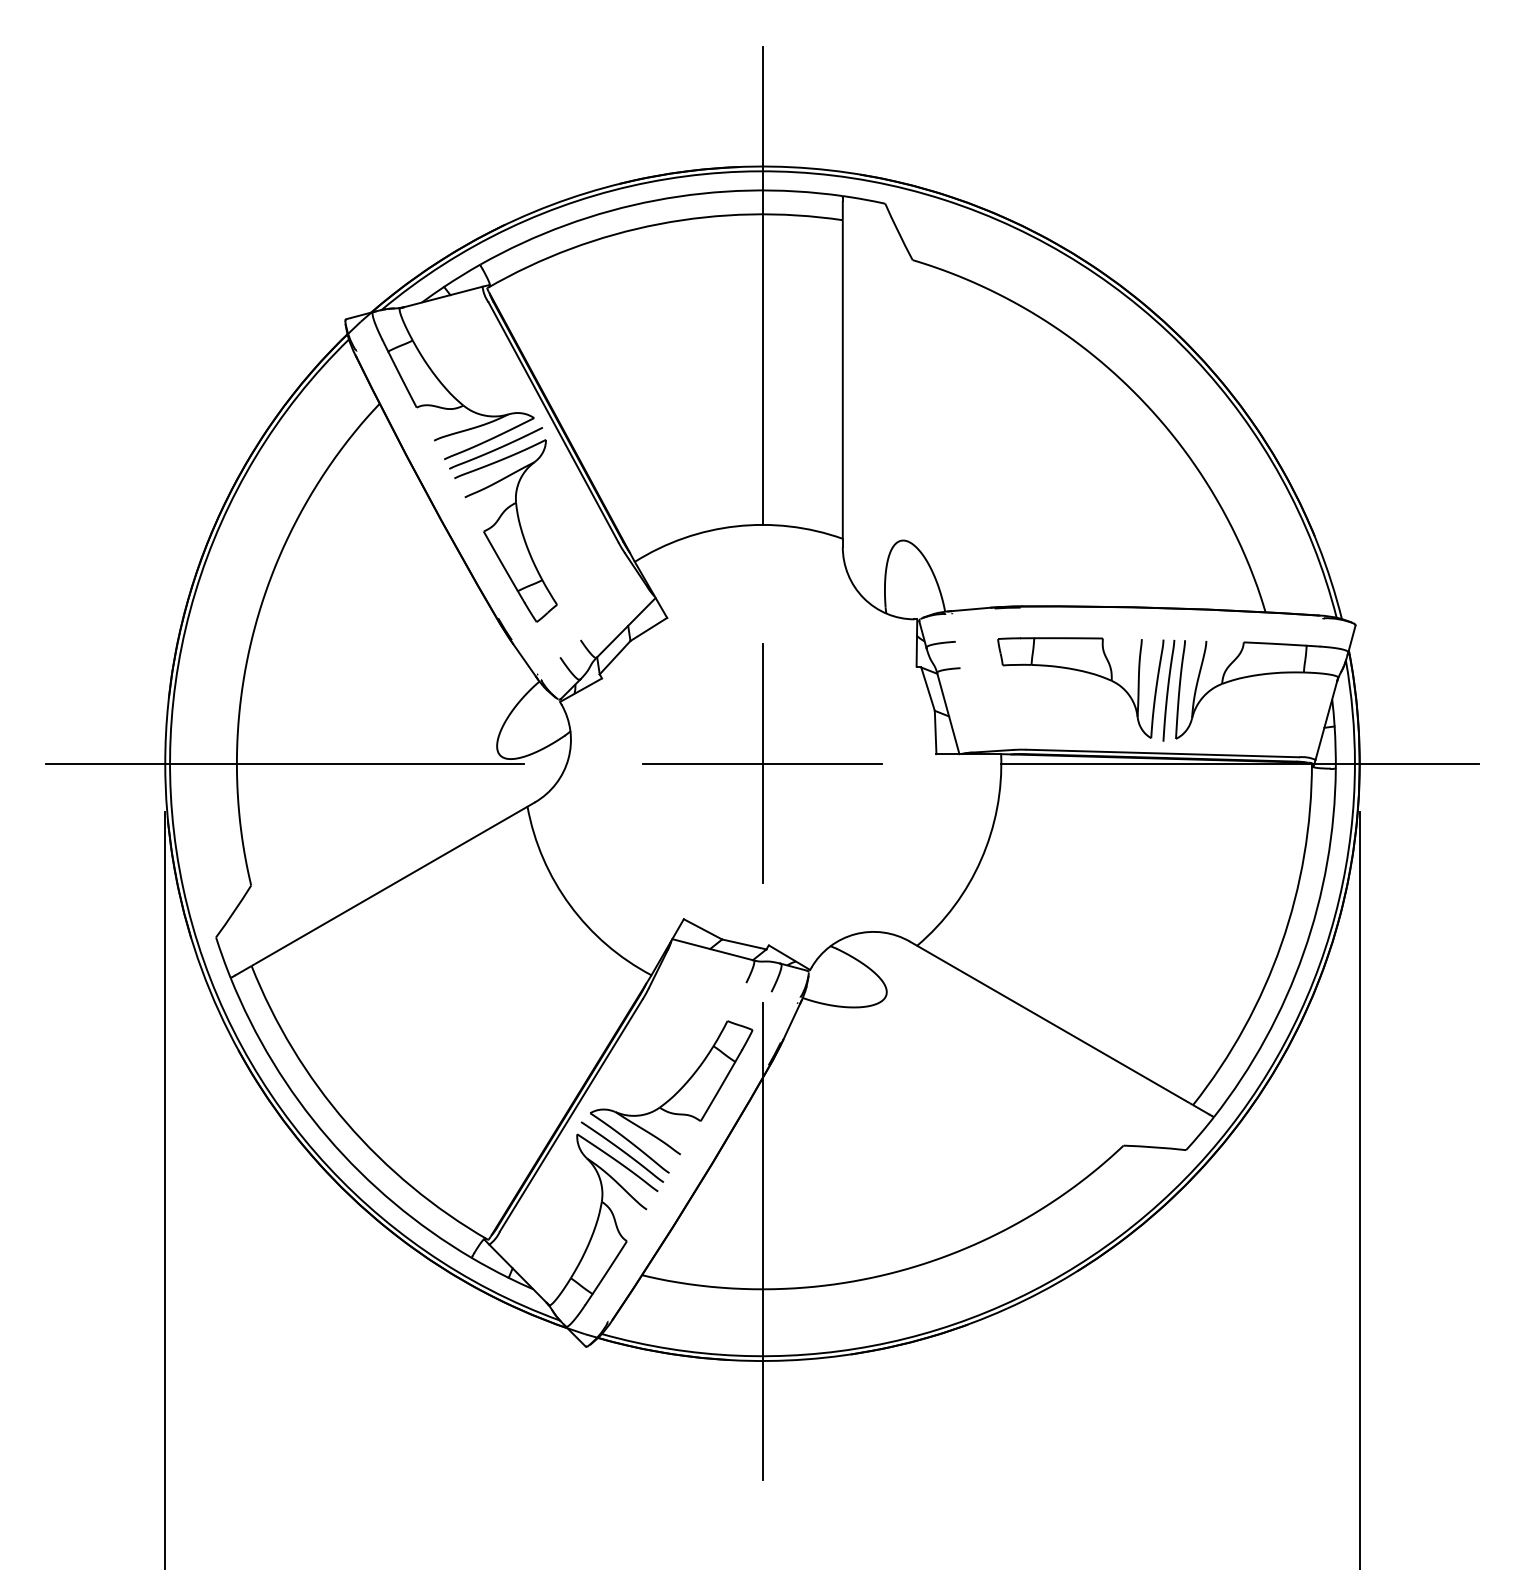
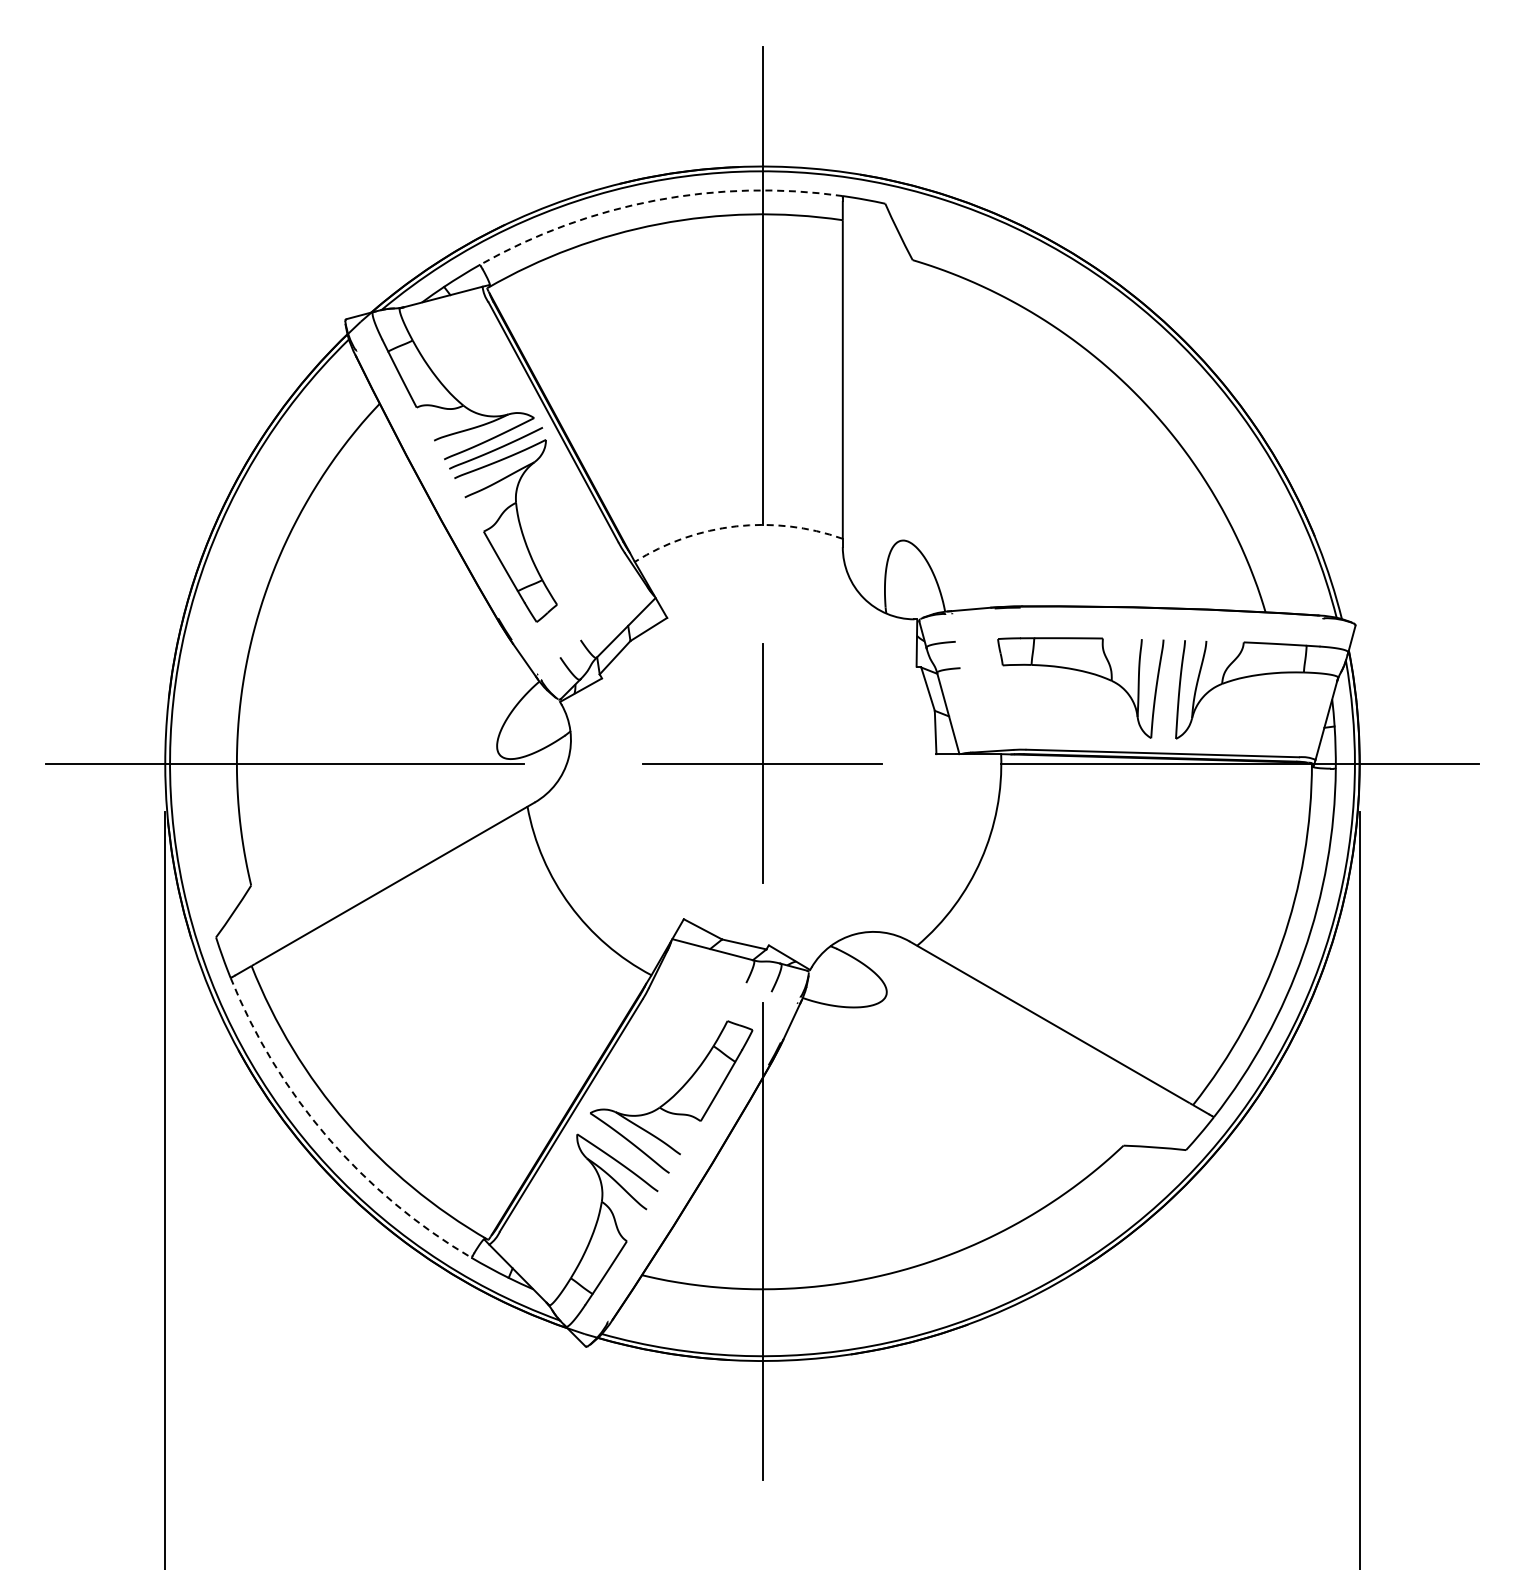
arc at (655, 200): solid -> dashed
arc at (736, 526): solid -> dashed
curve at (1168, 690): present -> none
arc at (327, 1137): solid -> dashed
curve at (622, 1151): present -> none
